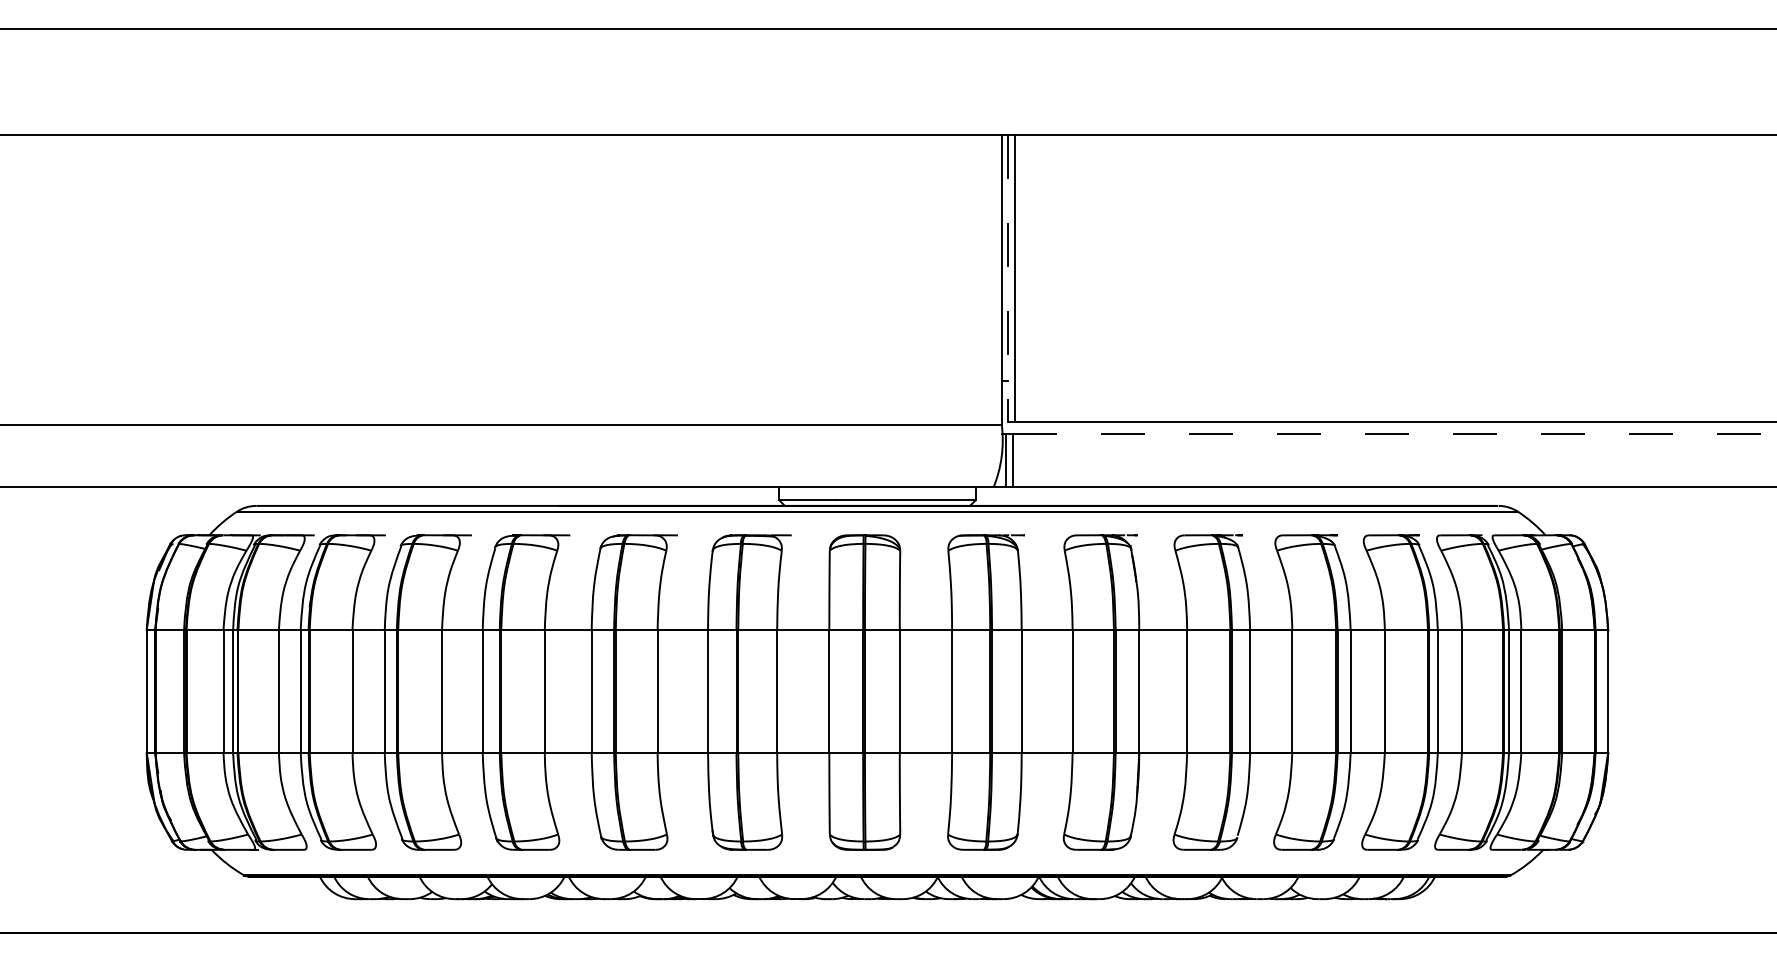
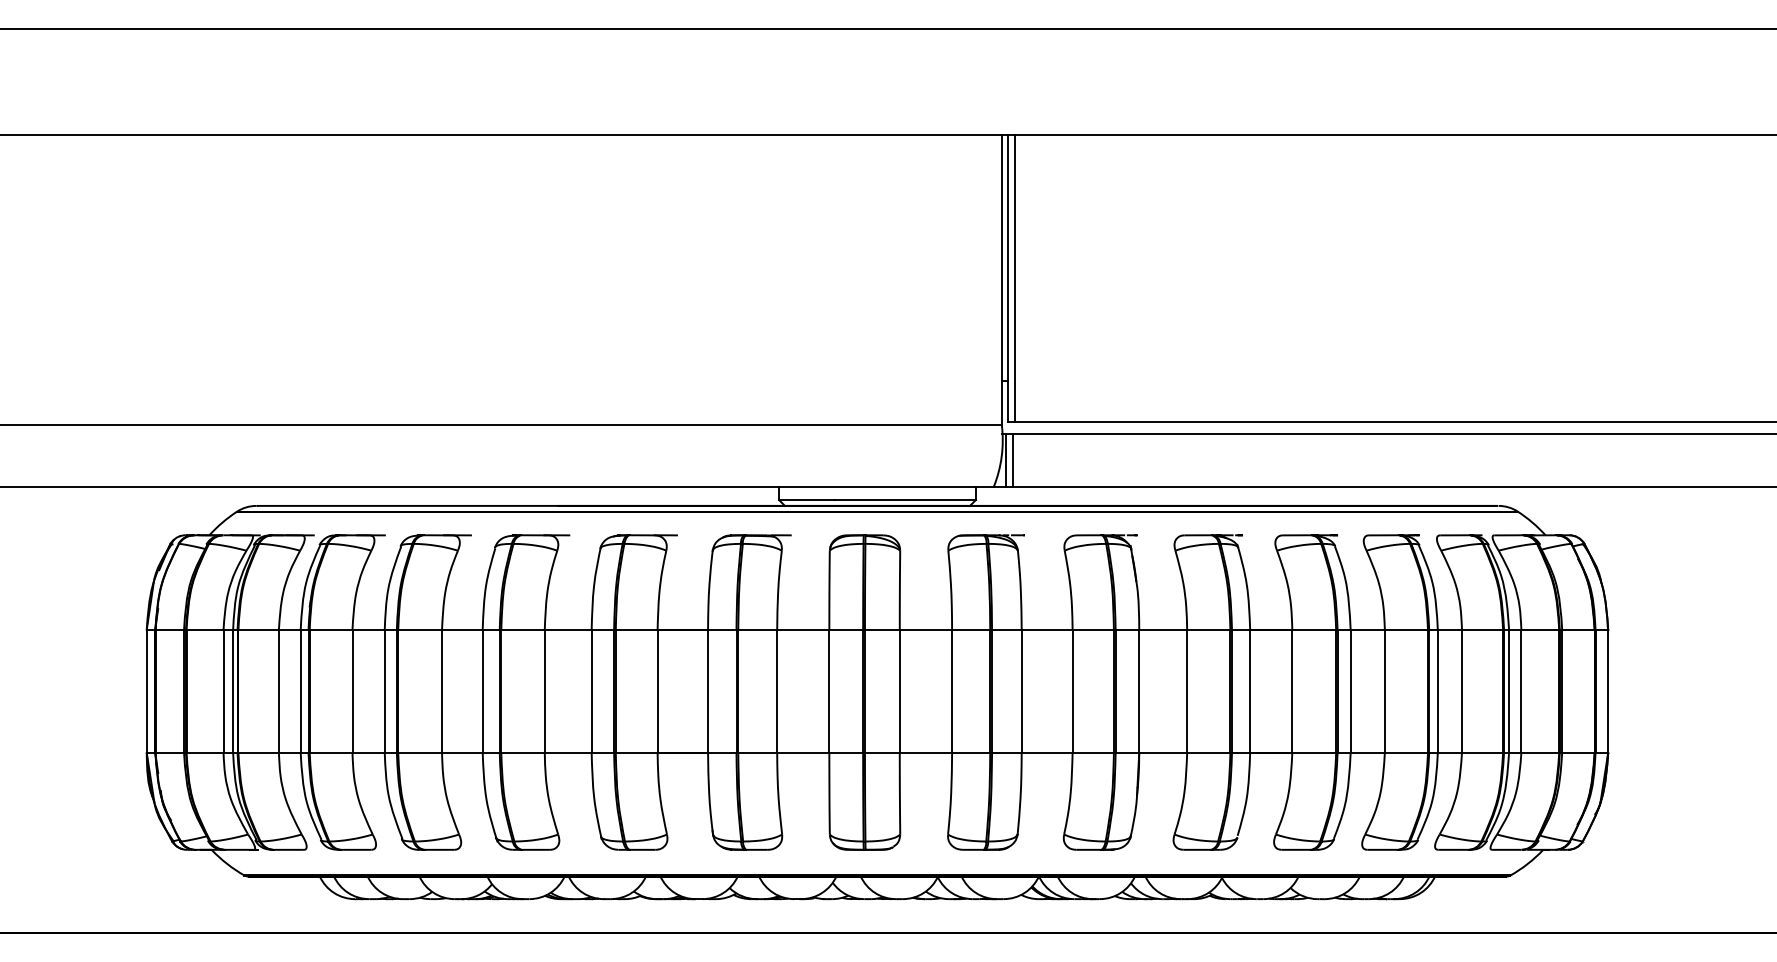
line at (1008, 278): dashed -> solid
line at (1394, 434): dashed -> solid
